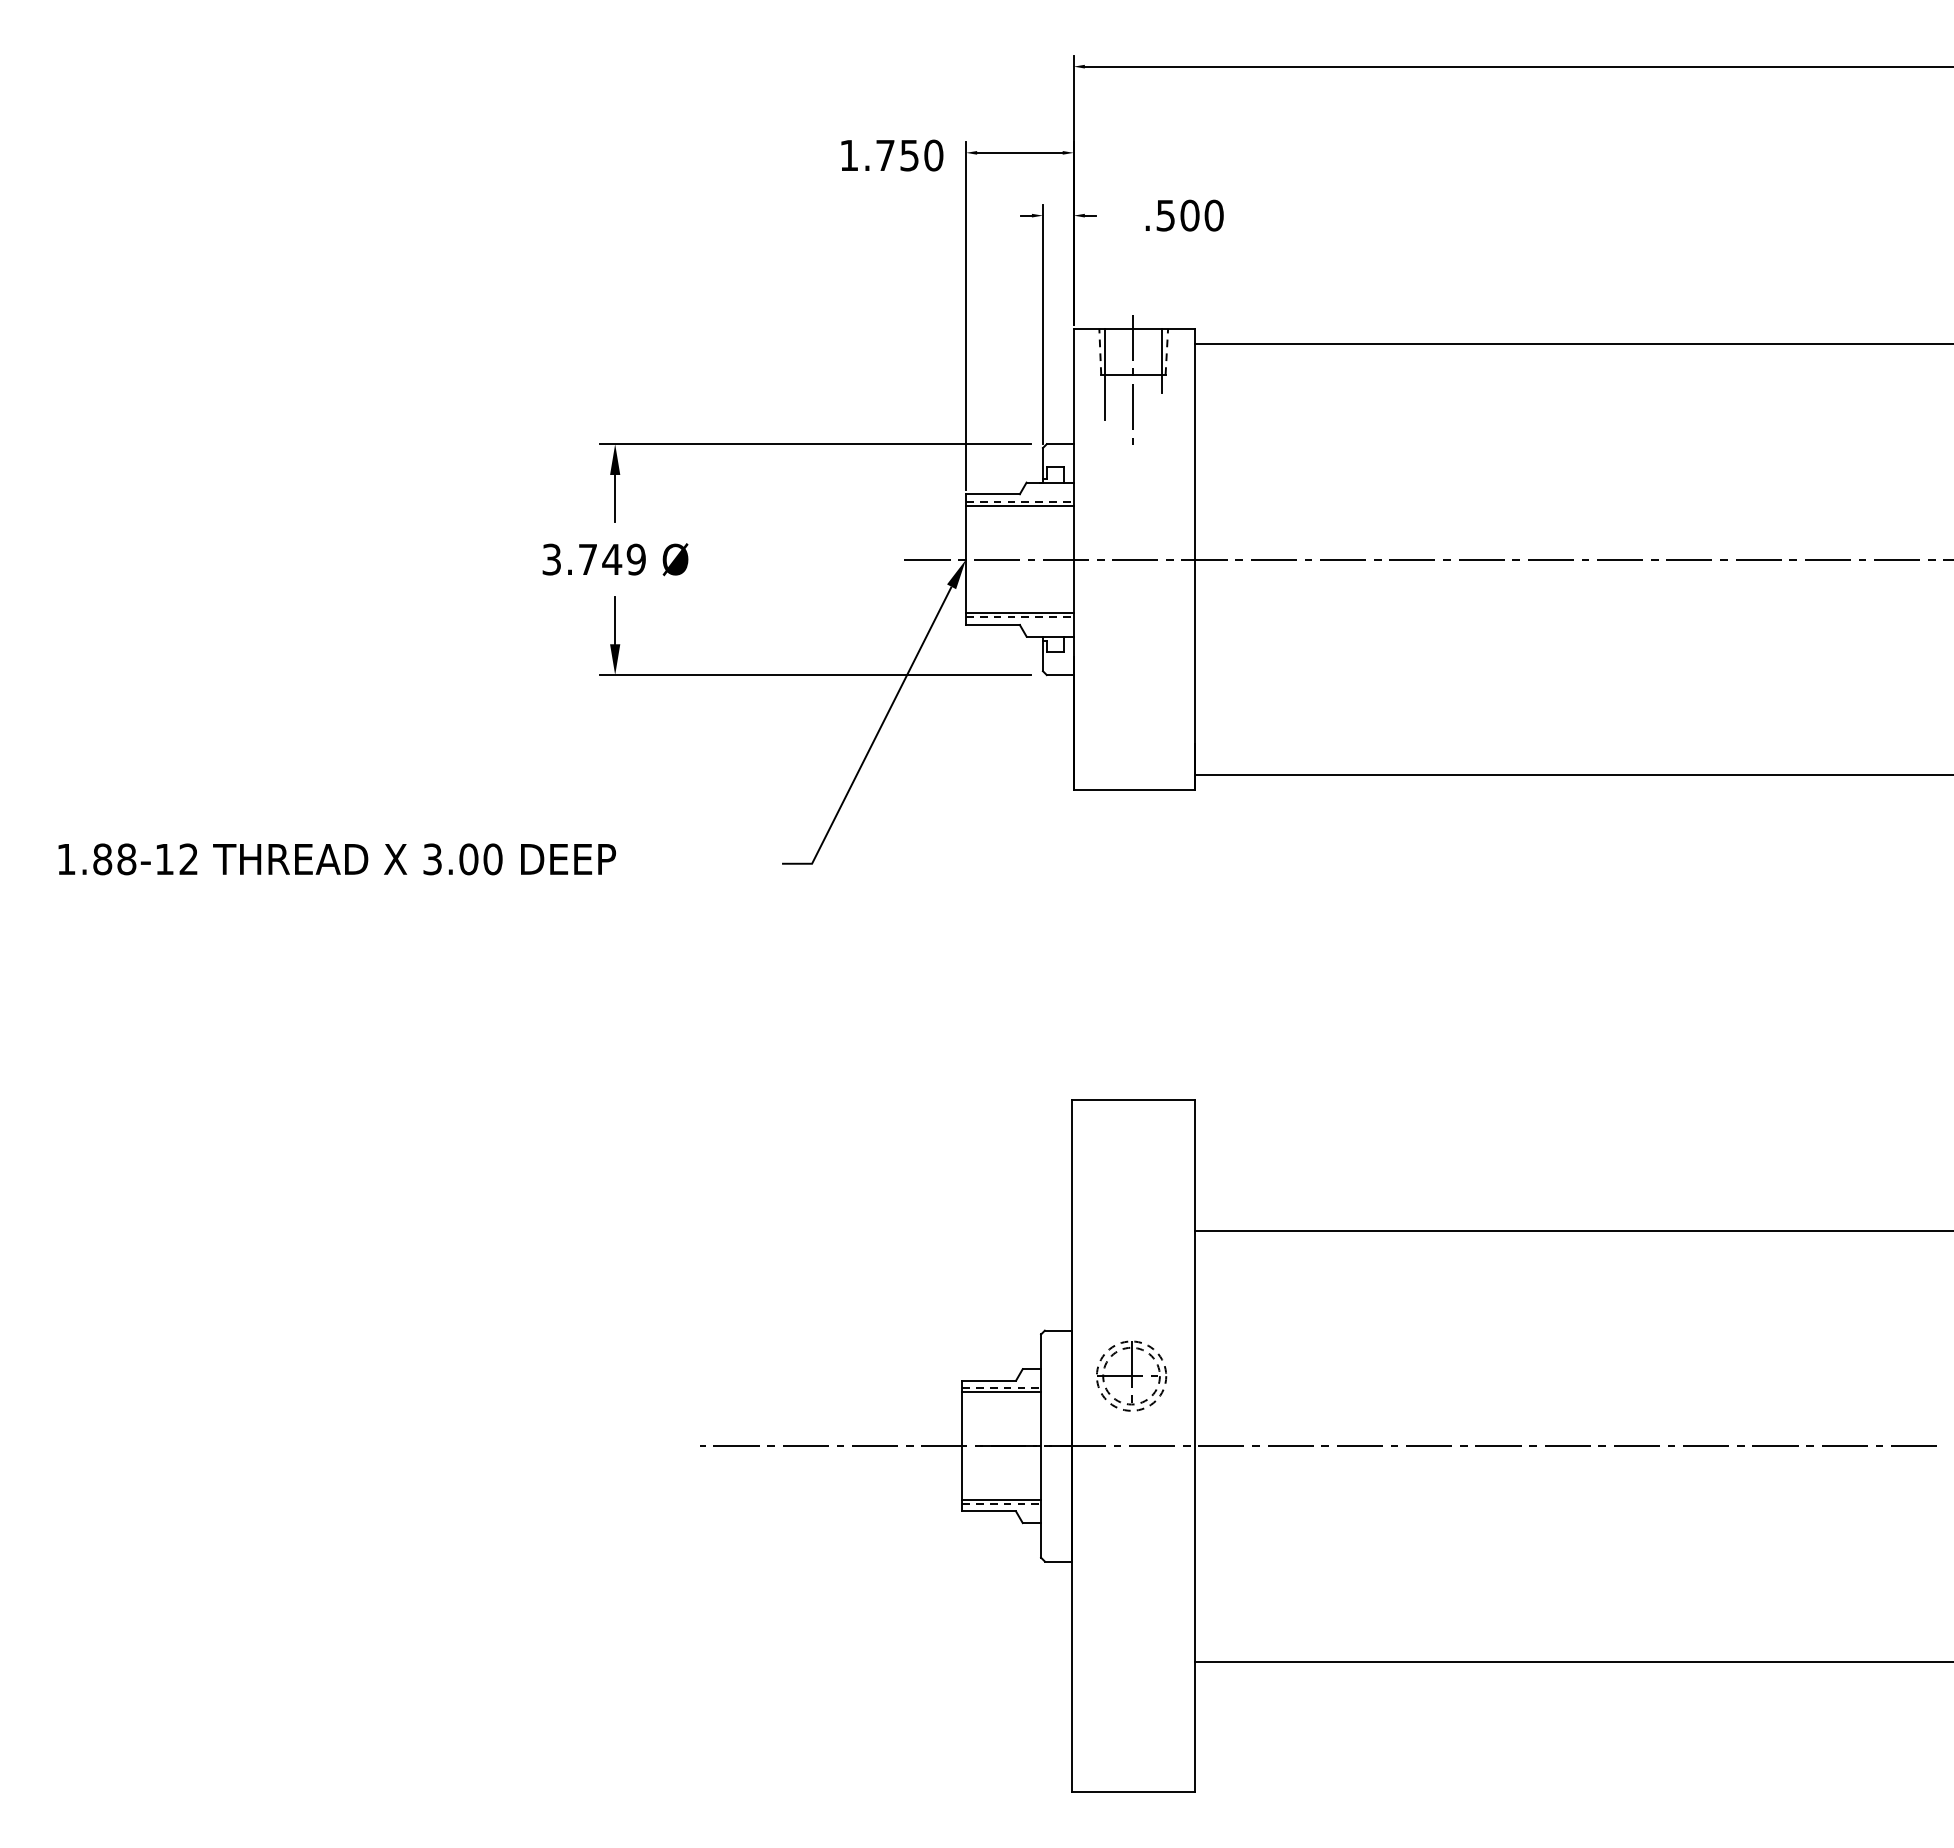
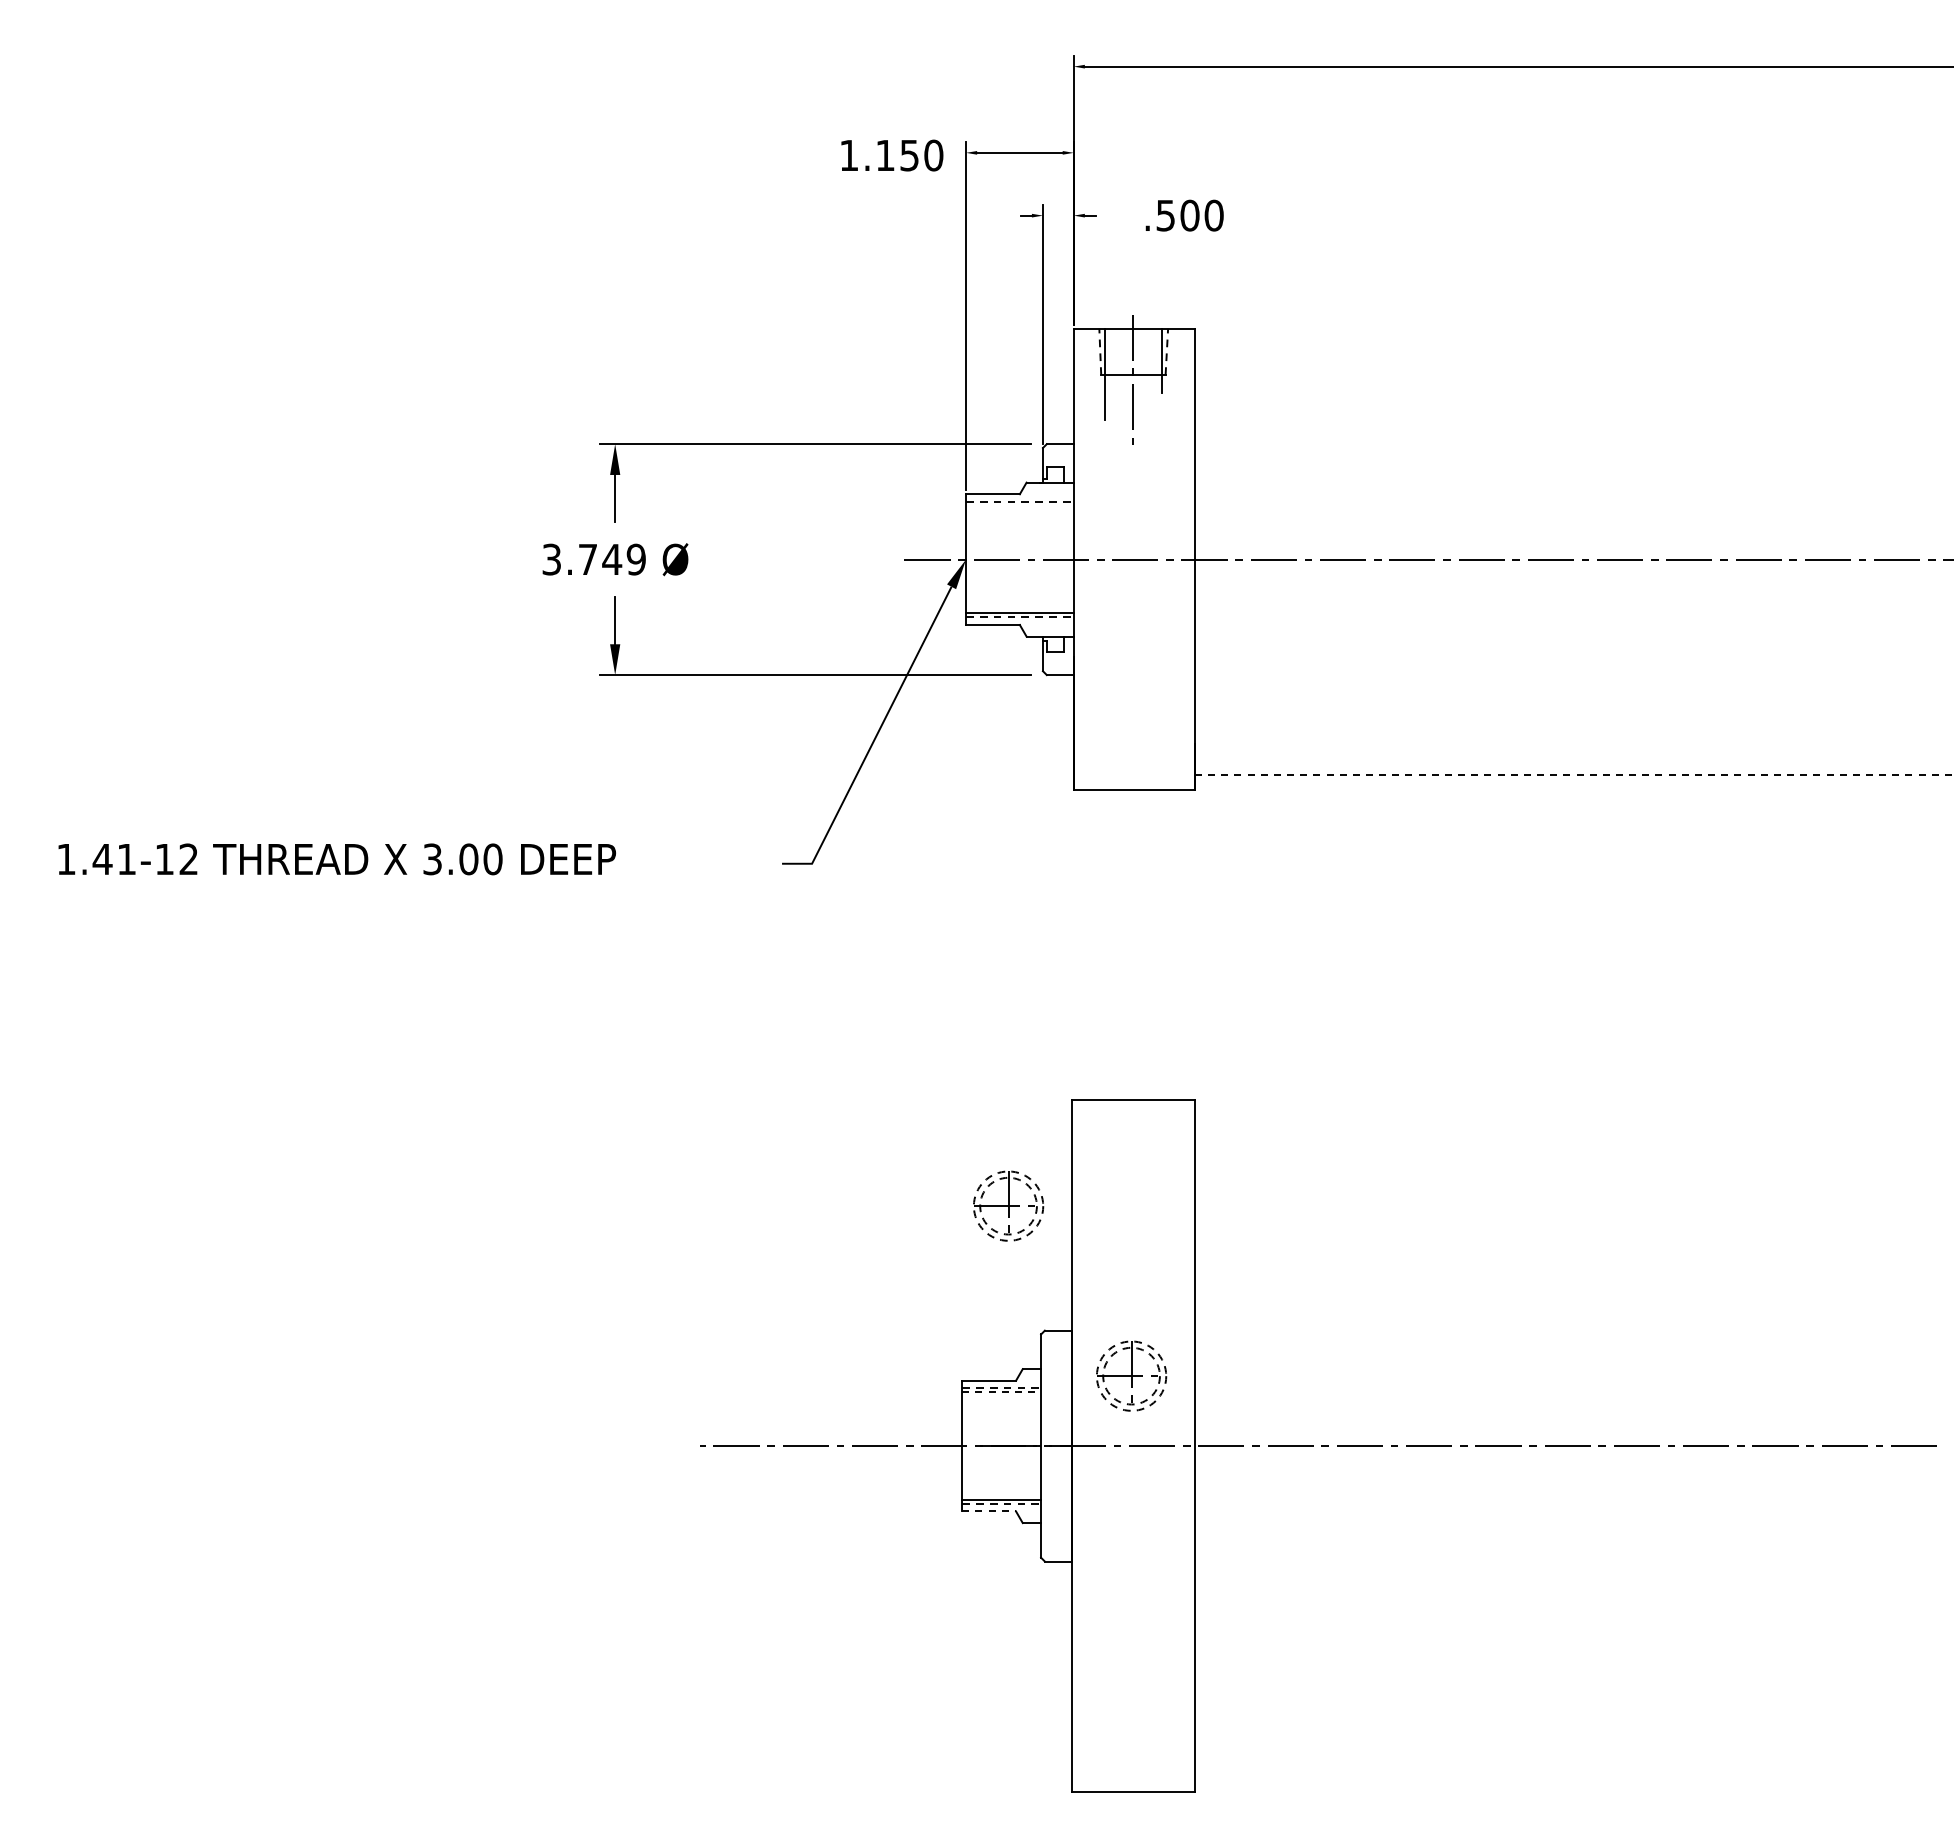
text at (885, 155): 1.750 -> 1.150
line at (1572, 344): present -> none
line at (1019, 505): present -> none
line at (1574, 775): solid -> dashed
text at (114, 859): 1.88-12 -> 1.41-12
part at (1008, 1205): none -> present
line at (1572, 1230): present -> none
line at (1002, 1392): solid -> dashed
line at (989, 1511): solid -> dashed
line at (1572, 1661): present -> none
